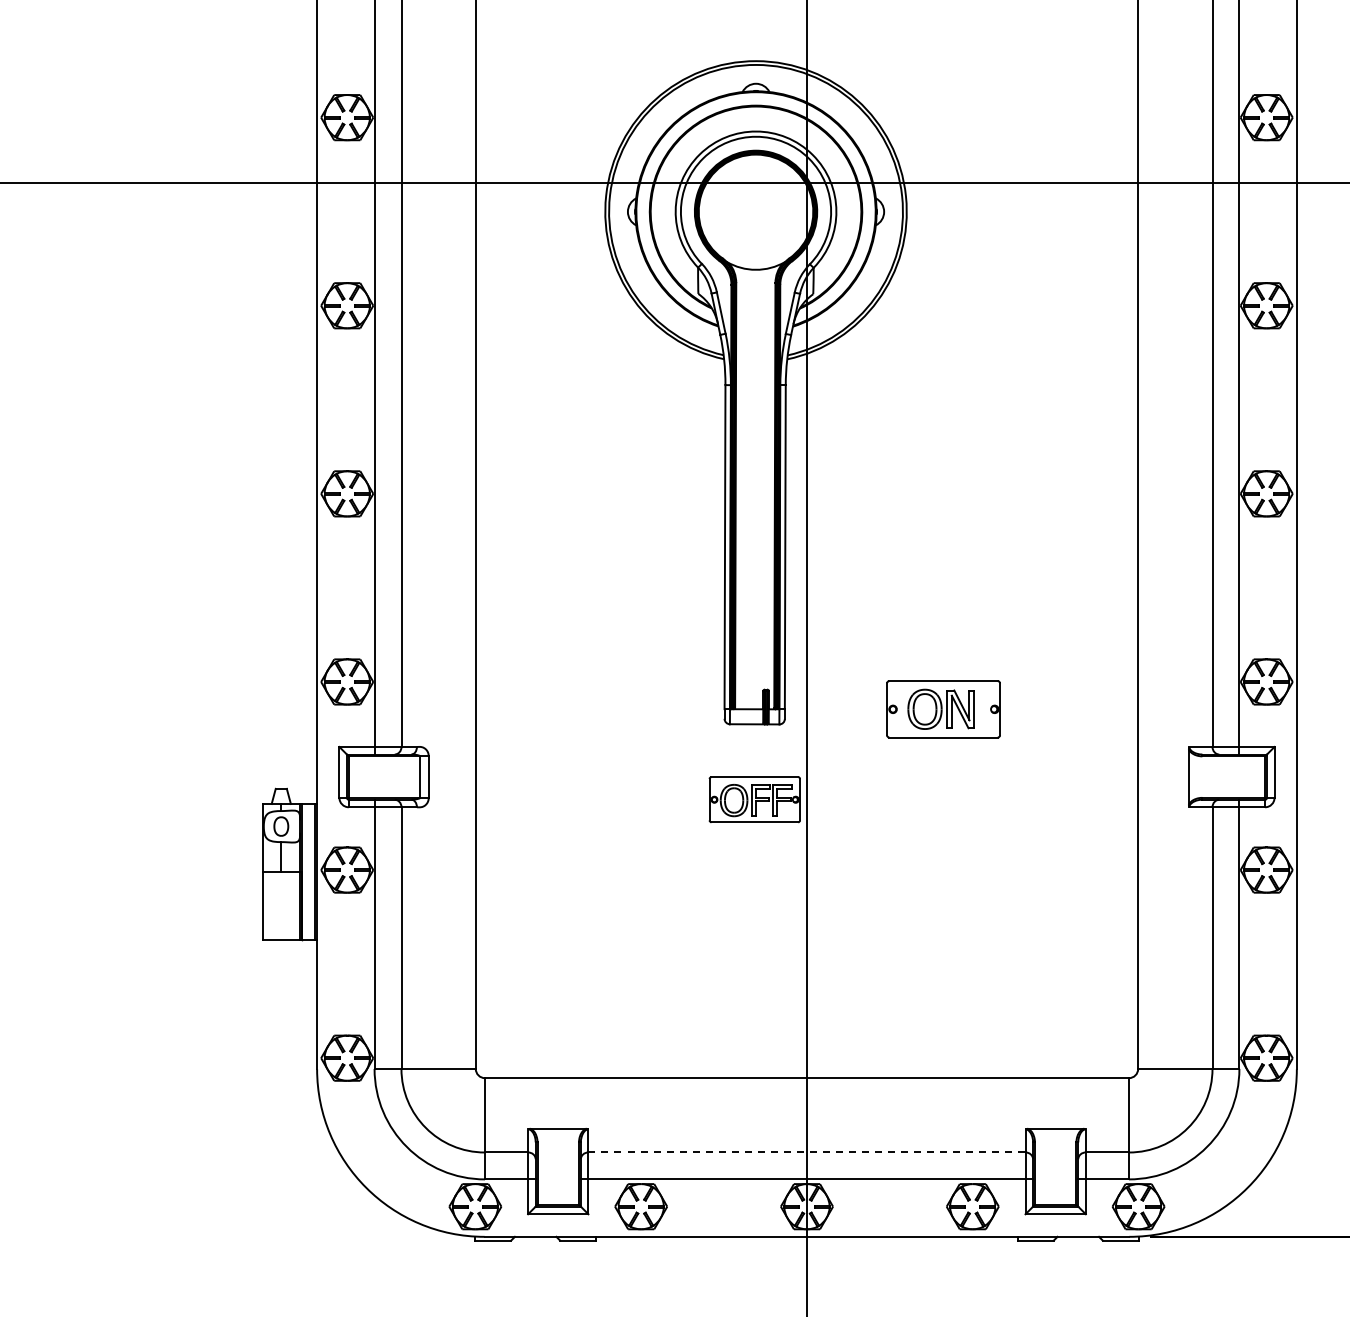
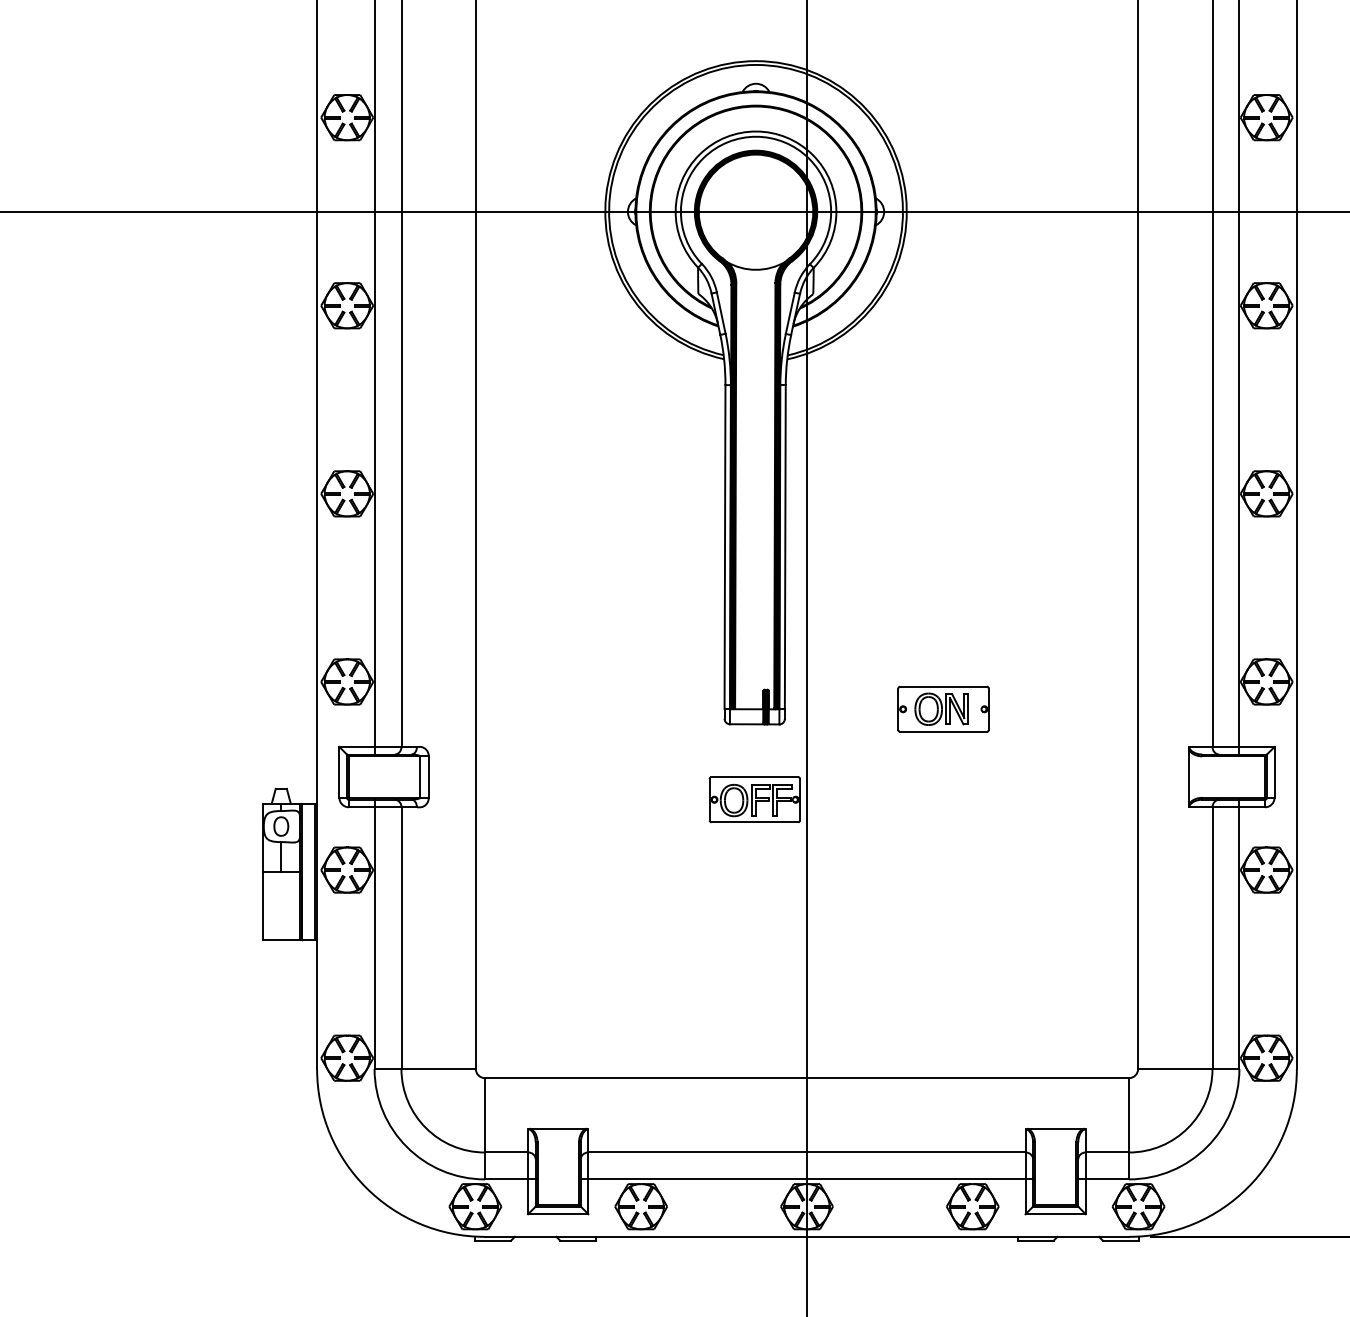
line at (674, 182) position: (674, 182) -> (674, 211)
part at (943, 709) size: 115x59 px -> 93x48 px
line at (806, 1152): dashed -> solid
